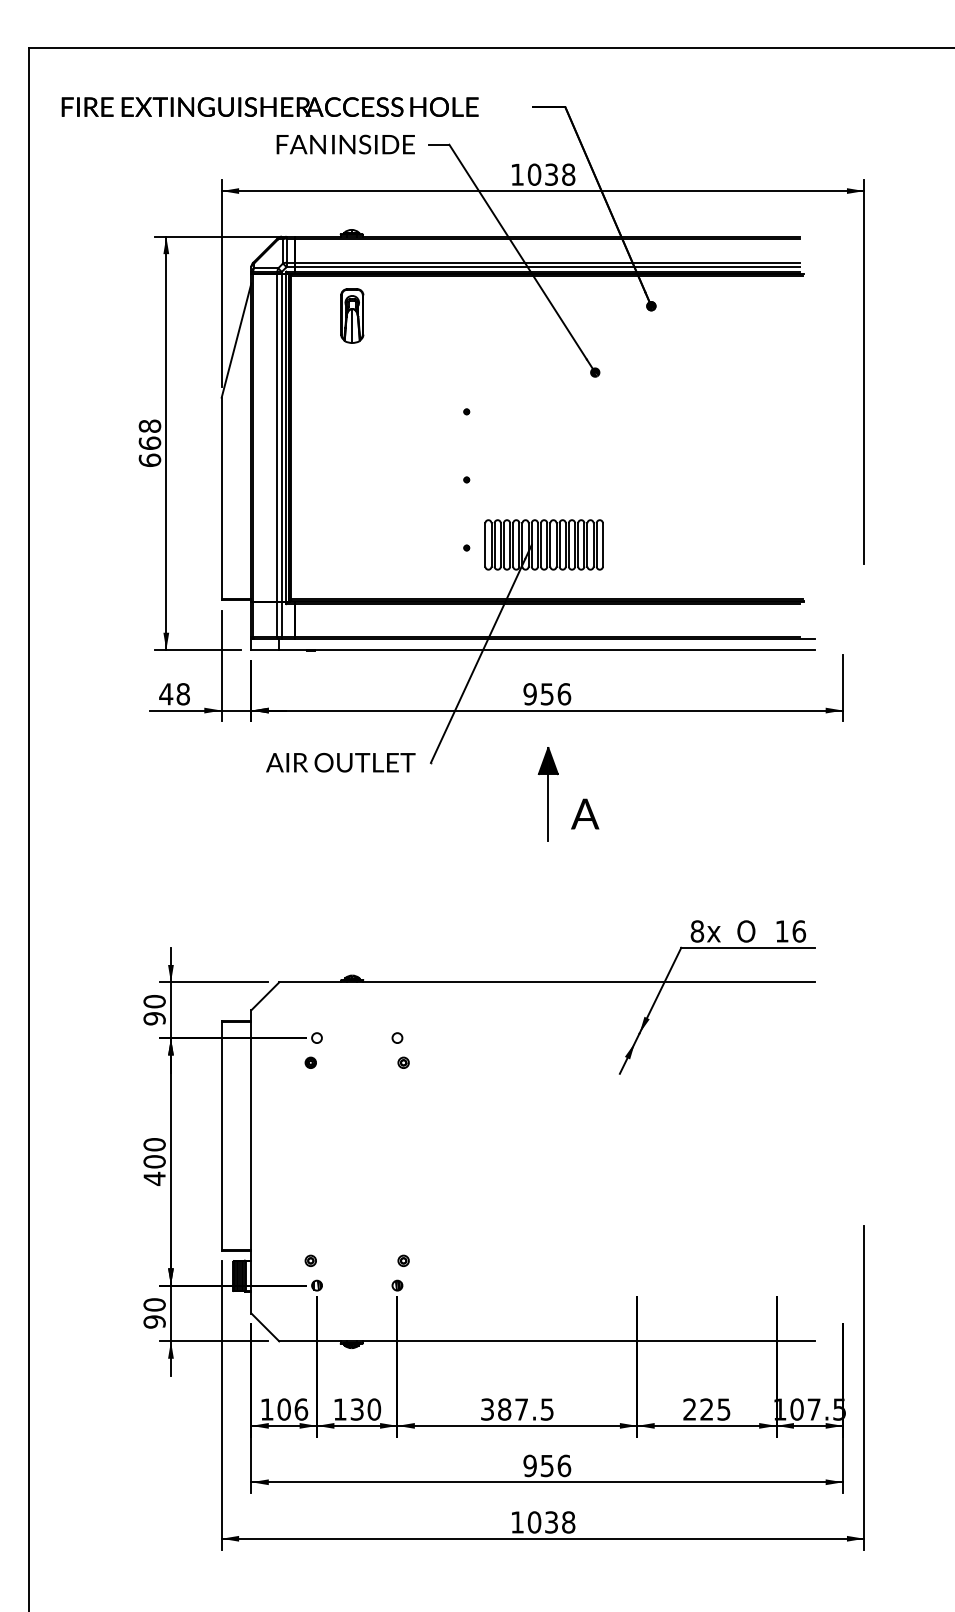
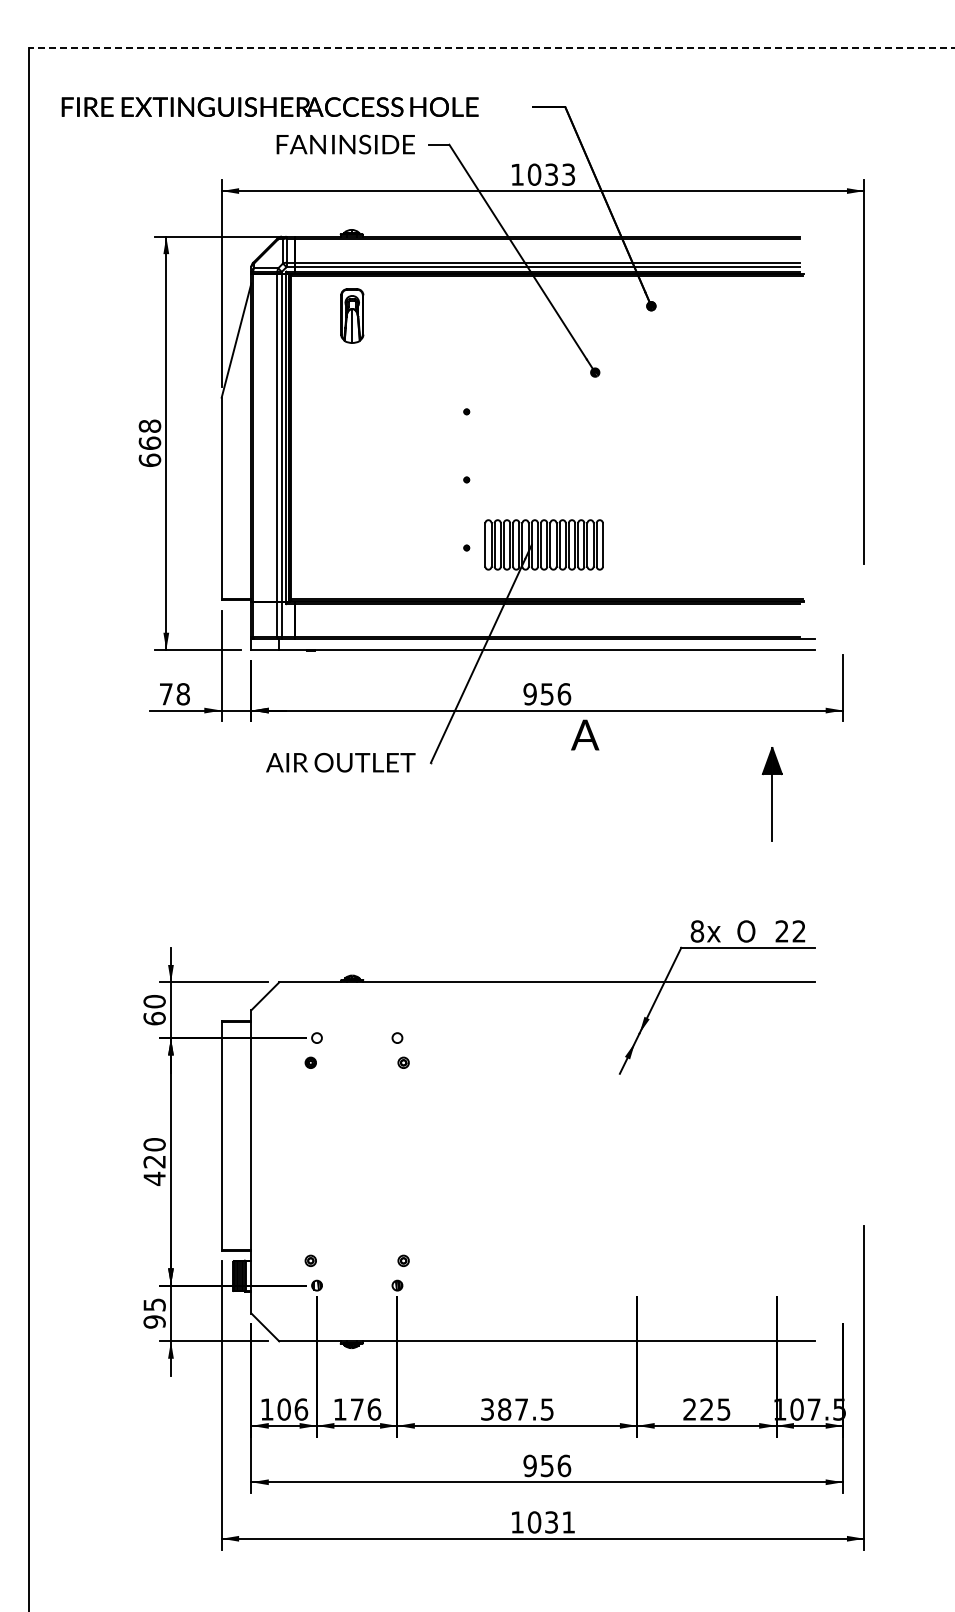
line at (491, 48): solid -> dashed
text at (568, 174): 1038 -> 1033
text at (166, 694): 48 -> 78
part at (547, 794) position: (547, 794) -> (771, 794)
text at (585, 813) position: (585, 813) -> (585, 734)
text at (790, 931): 16 -> 22
text at (154, 1018): 90 -> 60
text at (154, 1161): 400 -> 420
text at (154, 1304): 90 -> 95
text at (365, 1409): 130 -> 176
text at (568, 1522): 1038 -> 1031
